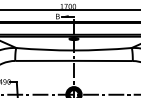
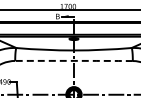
arc at (74, 60): solid -> dashed
